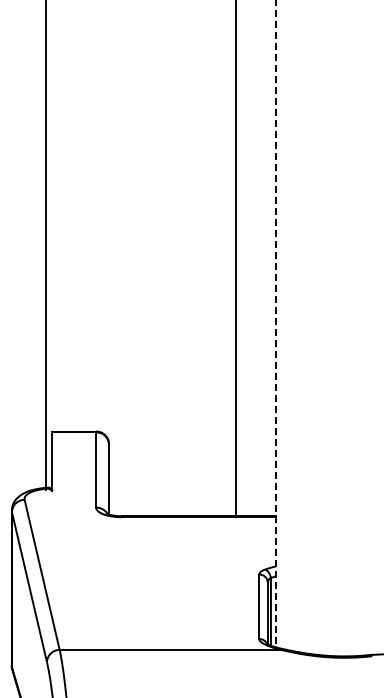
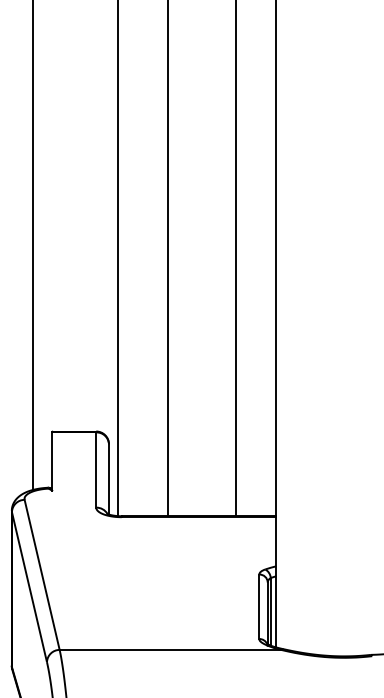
line at (46, 245) position: (46, 245) -> (33, 245)
line at (118, 259): none -> present
line at (168, 259): none -> present
line at (276, 324): dashed -> solid
